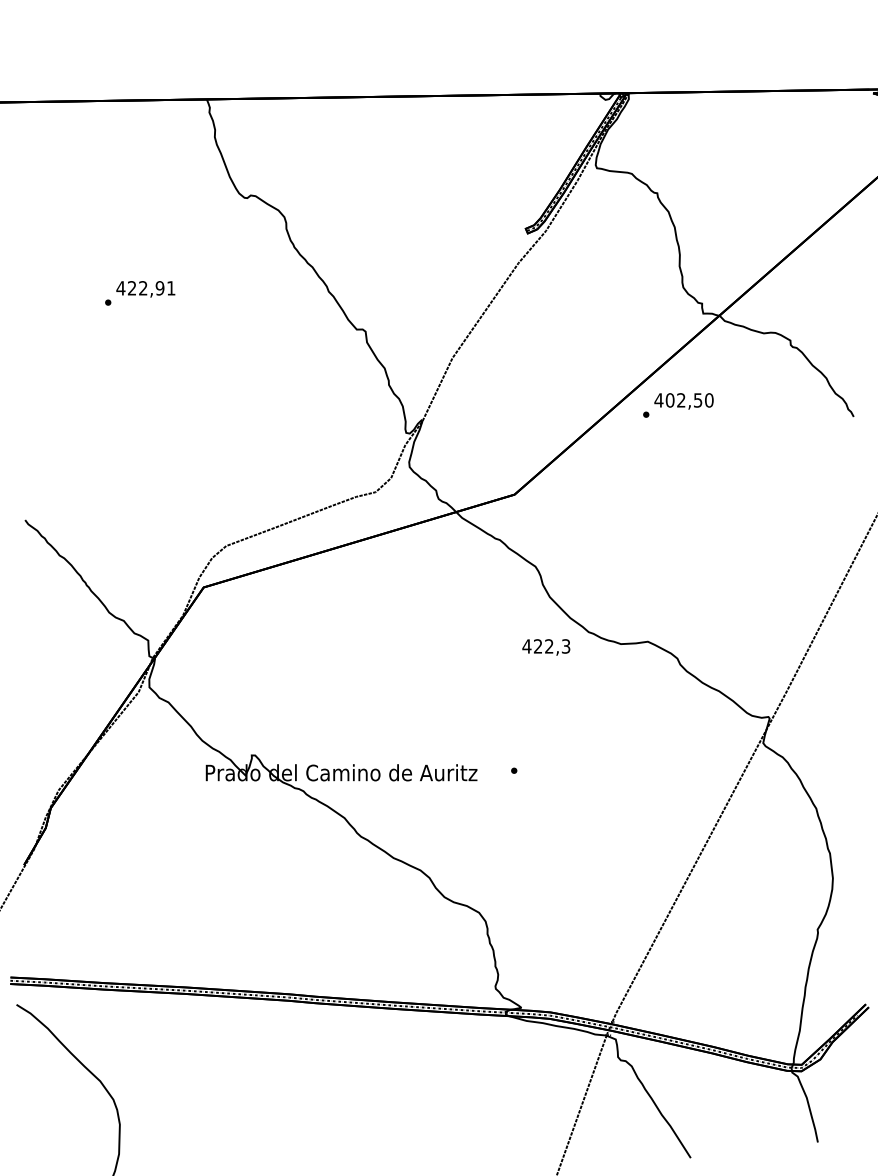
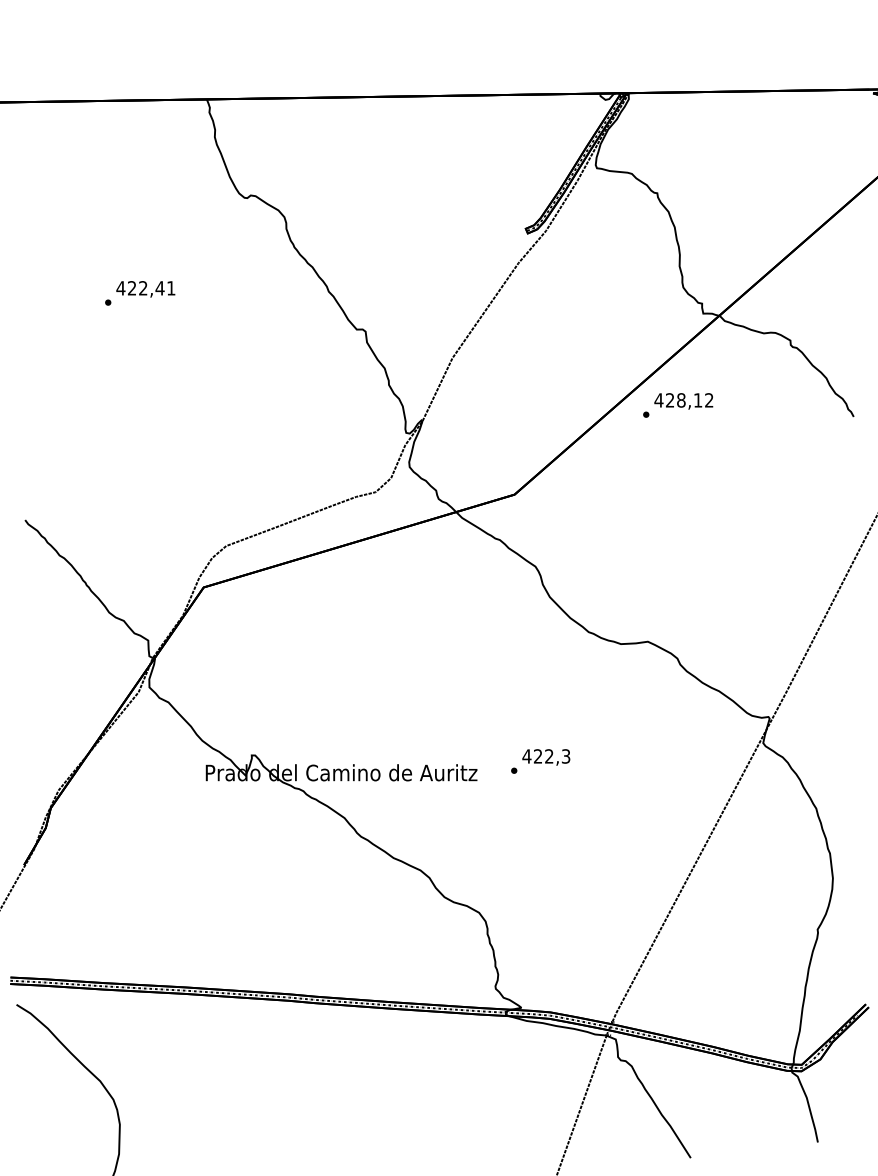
text at (159, 288): 422,91 -> 422,41
text at (689, 400): 402,50 -> 428,12
text at (546, 647) position: (546, 647) -> (546, 757)
